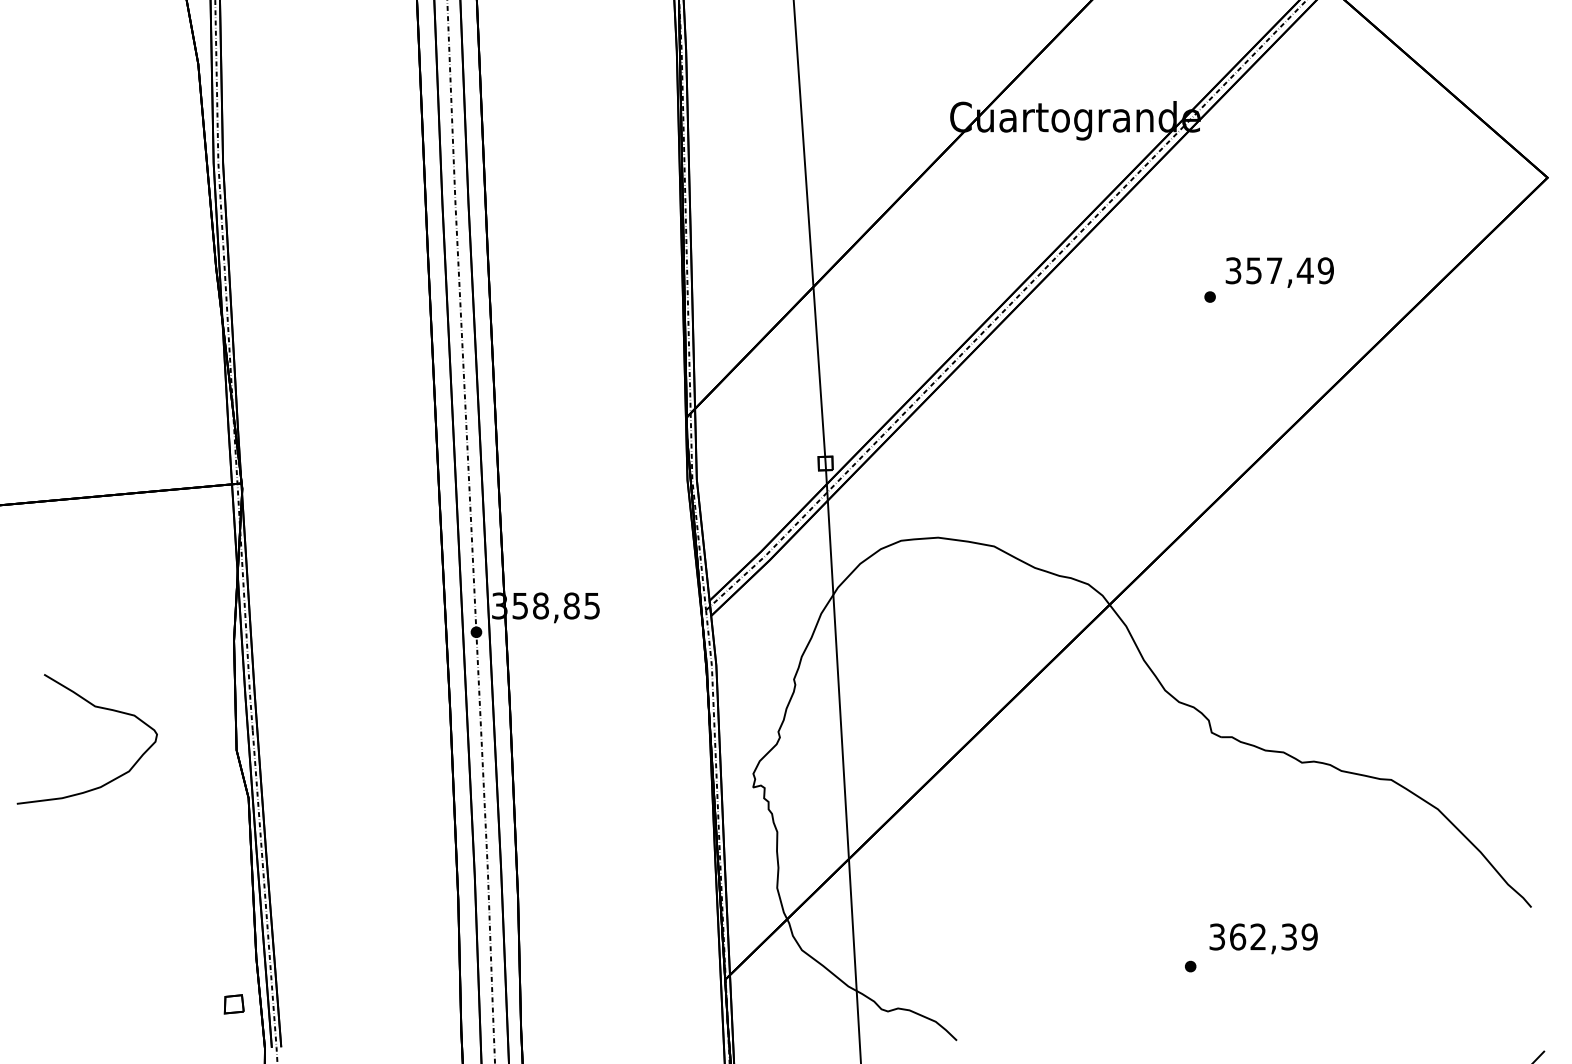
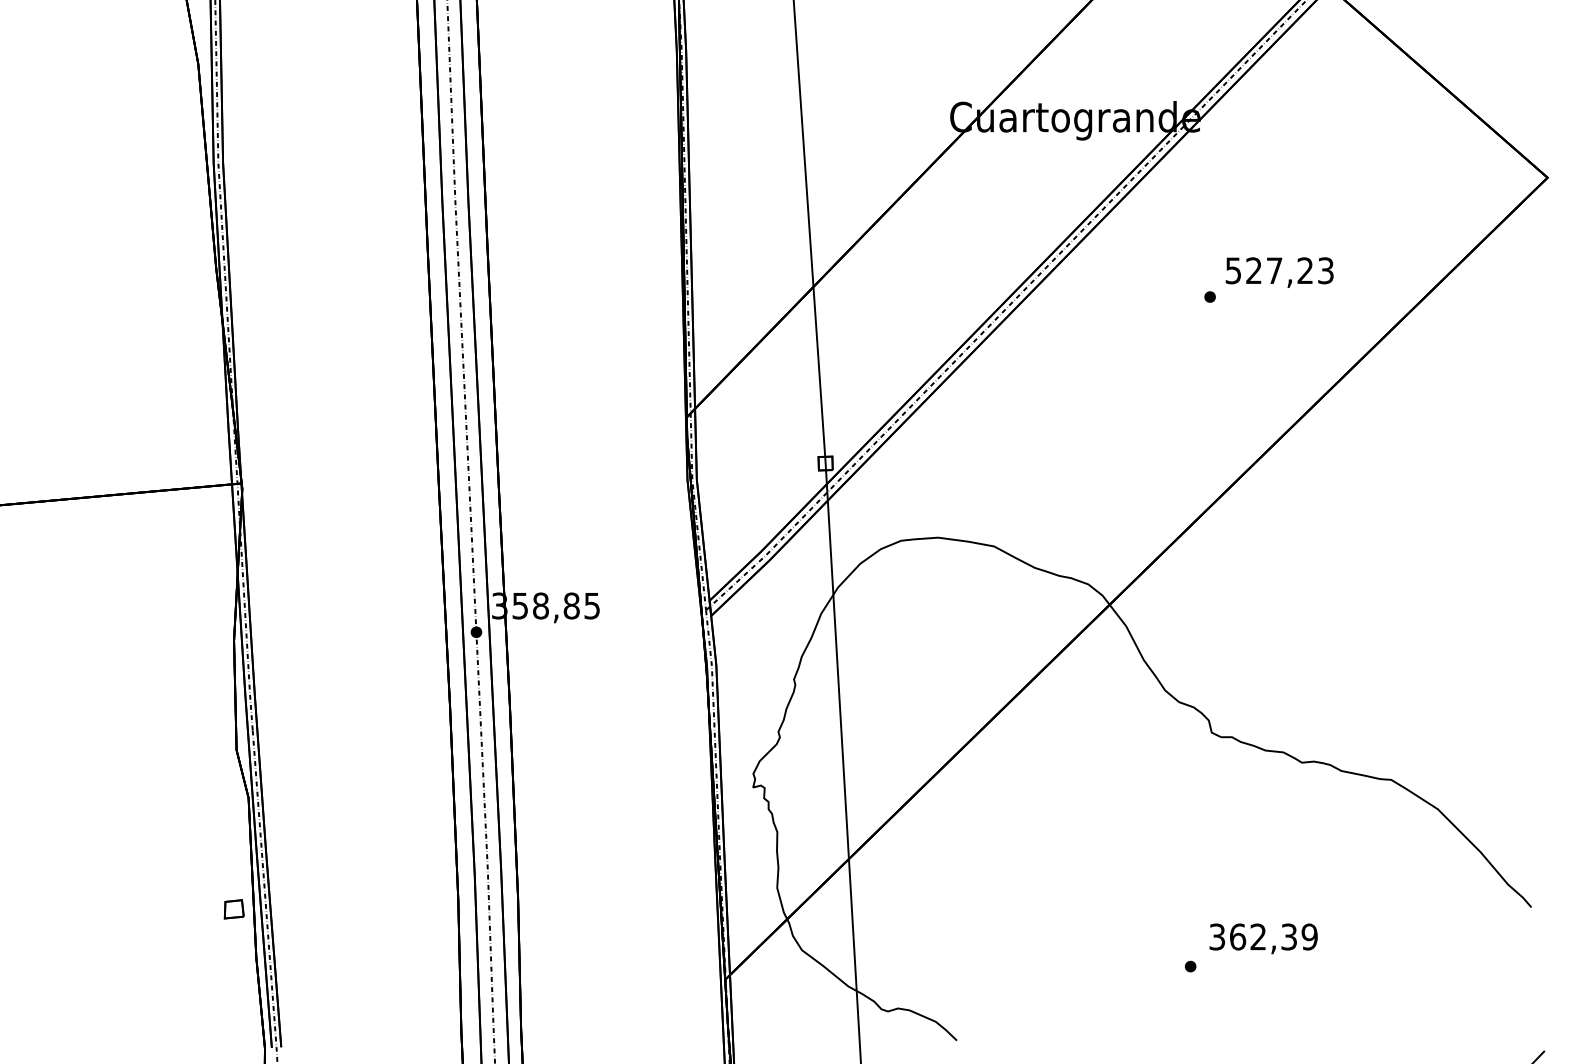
text at (1279, 270): 357,49 -> 527,23
curve at (94, 707): present -> none
part at (233, 1004) position: (233, 1004) -> (233, 909)
